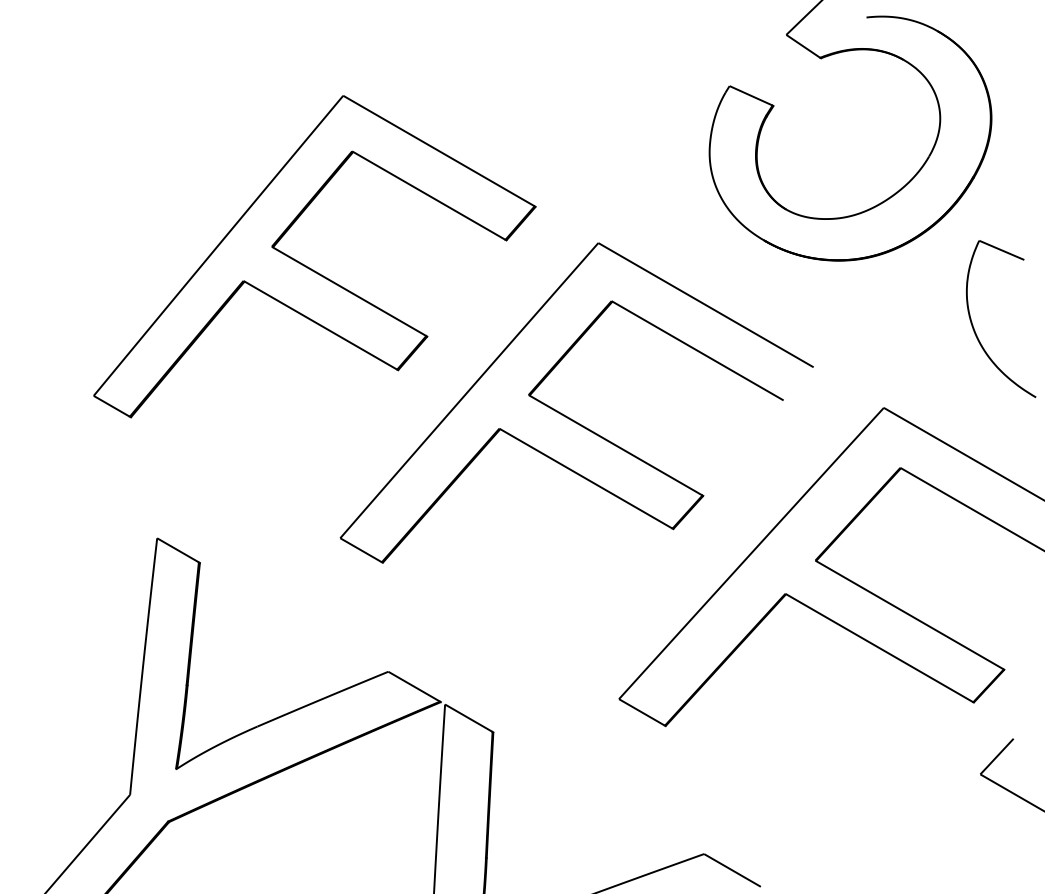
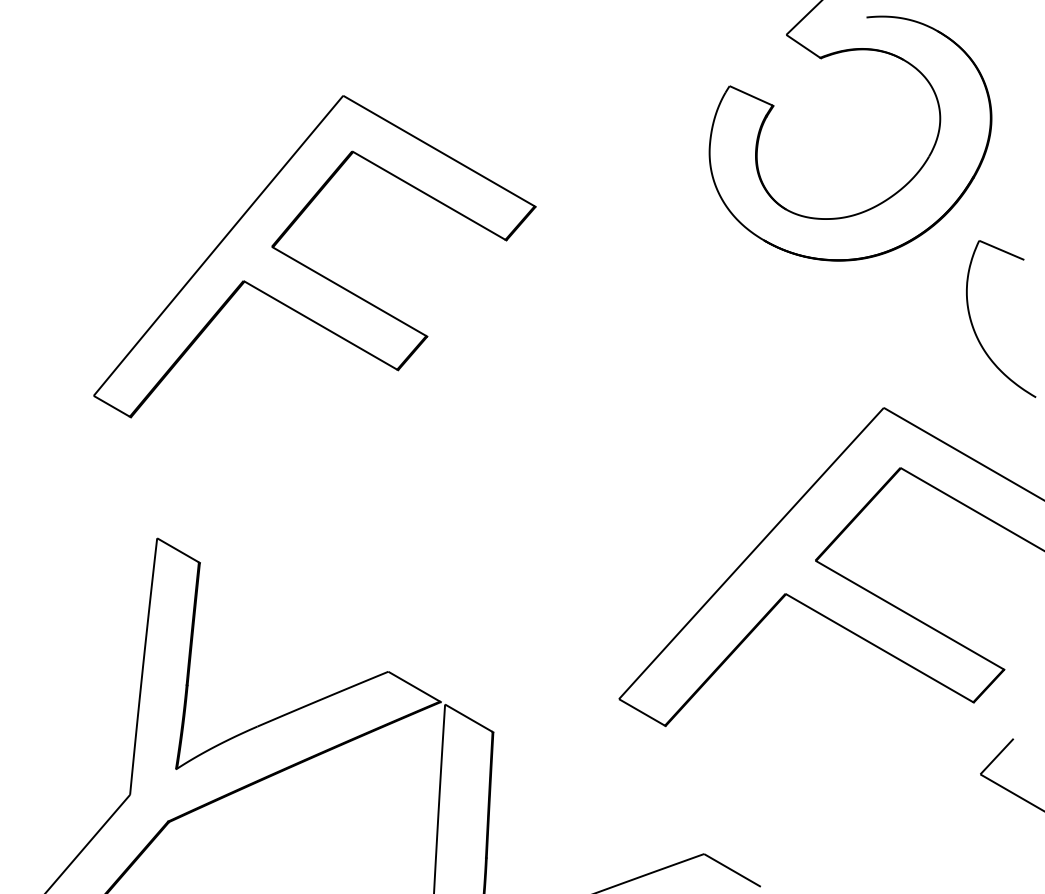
part at (566, 415): present -> none
